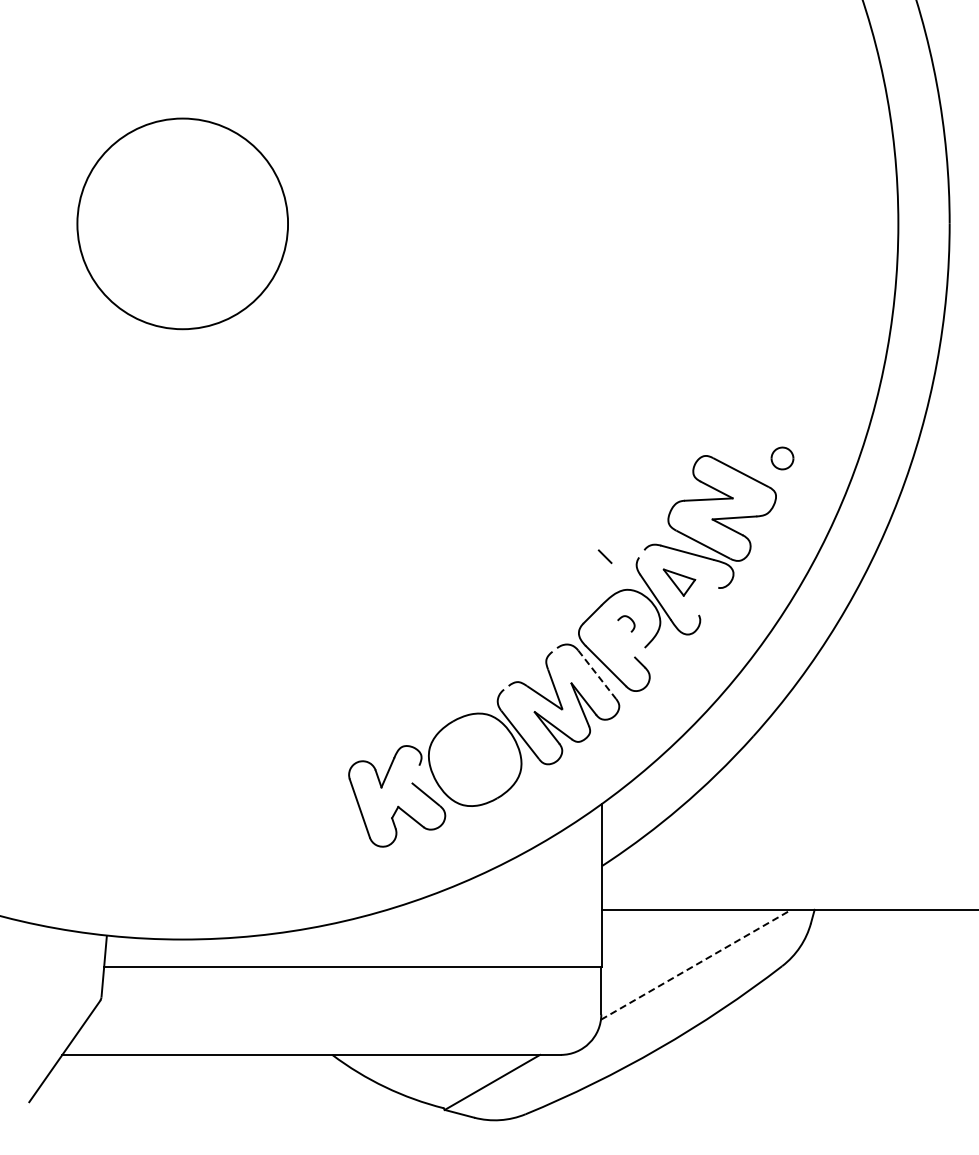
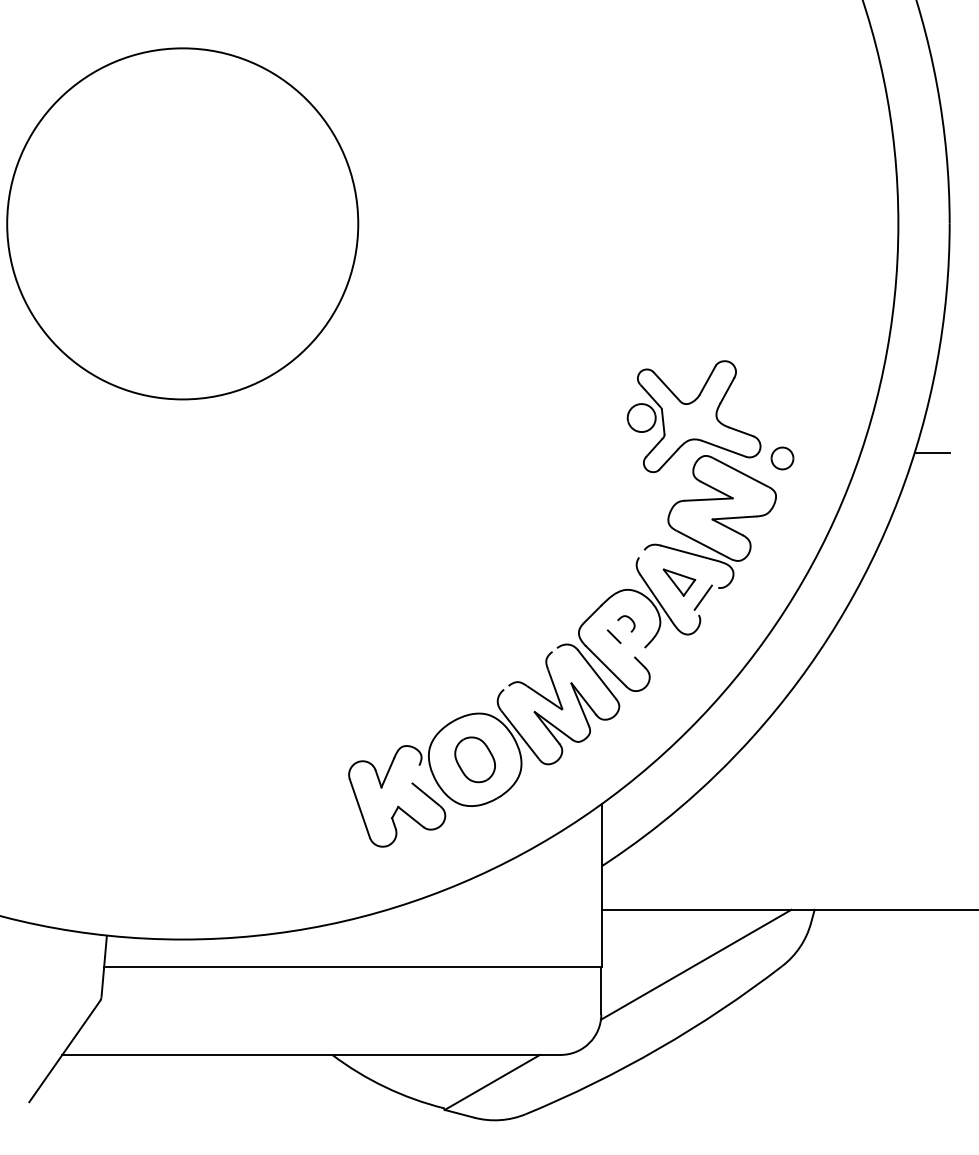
circle at (182, 223) diameter: 211 px -> 351 px
part at (693, 416): none -> present
line at (931, 453): none -> present
line at (604, 556) position: (604, 556) -> (613, 636)
line at (702, 597): none -> present
line at (597, 674): dashed -> solid
part at (474, 759): none -> present
line at (696, 964): dashed -> solid
